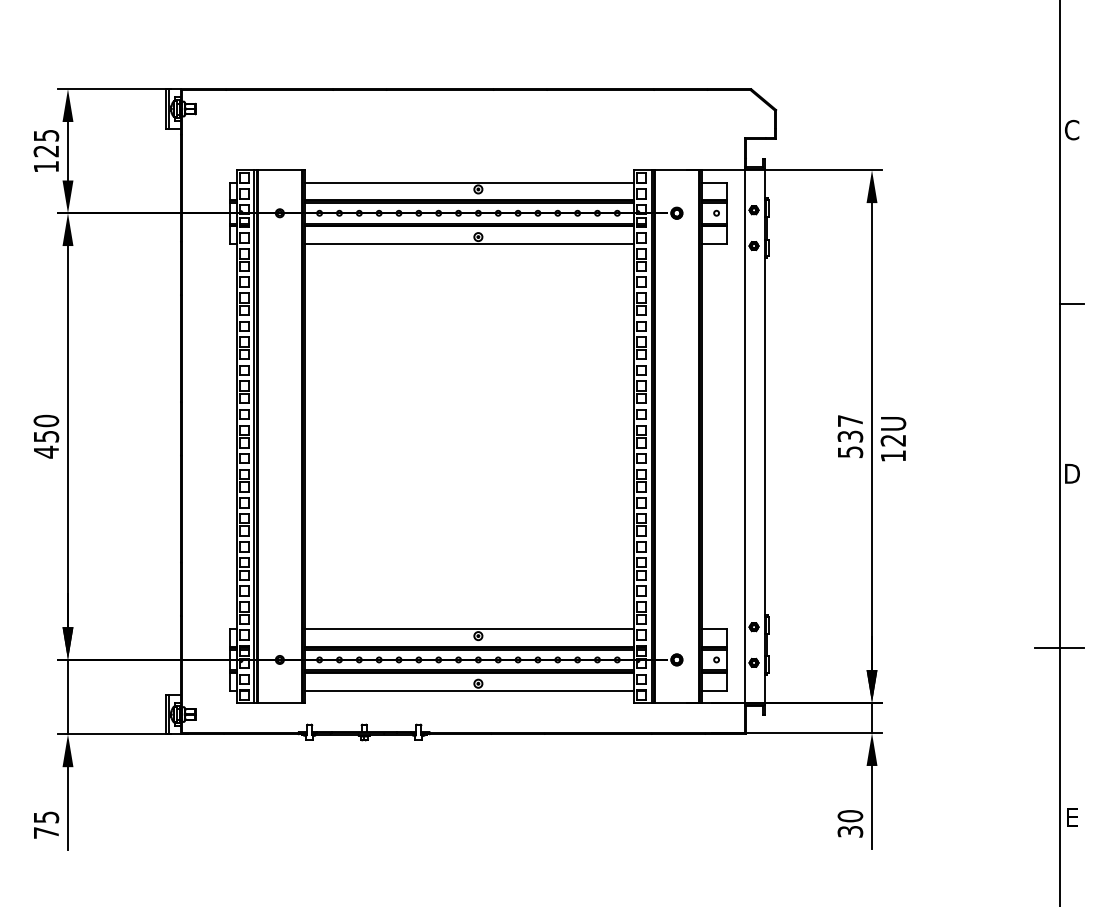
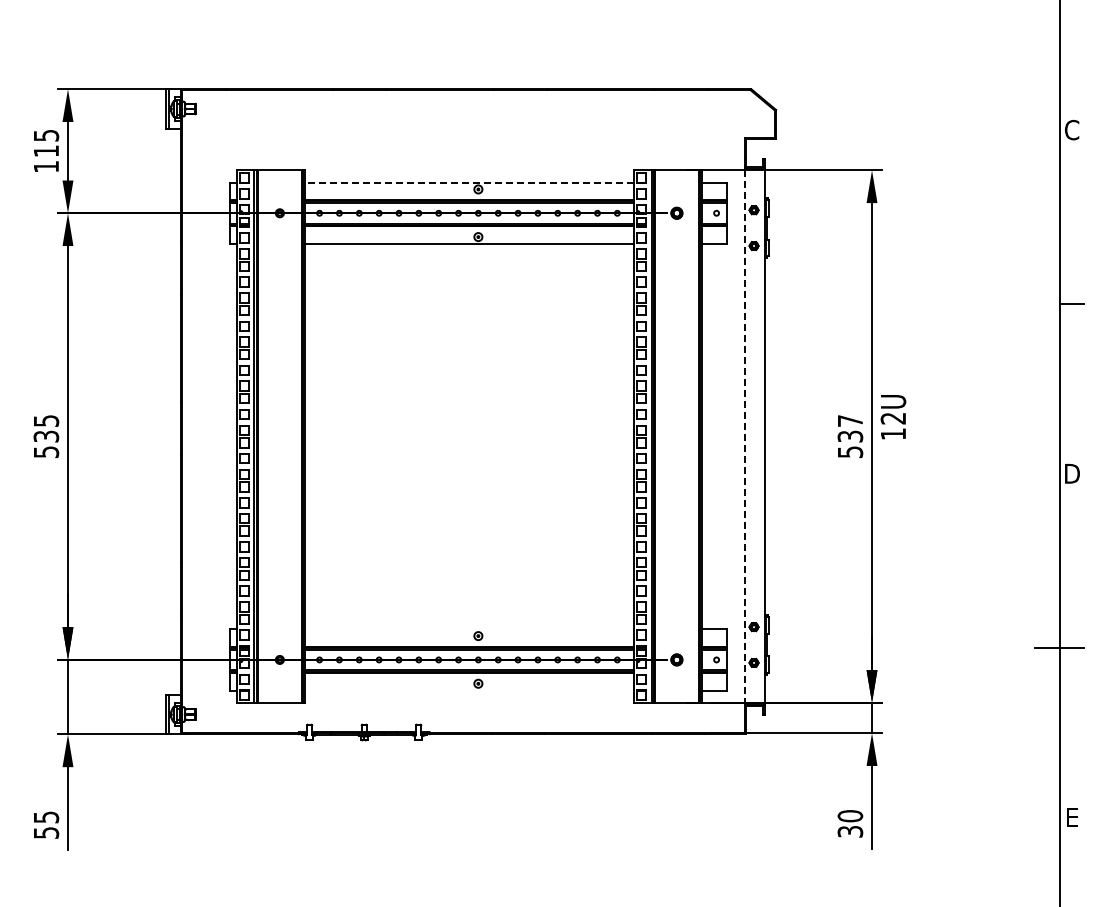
text at (45, 151): 125 -> 115
line at (469, 182): solid -> dashed
text at (46, 436): 450 -> 535
line at (744, 436): solid -> dashed
text at (893, 439) position: (893, 439) -> (893, 417)
line at (469, 629): present -> none
line at (469, 690): present -> none
text at (46, 832): 75 -> 55
